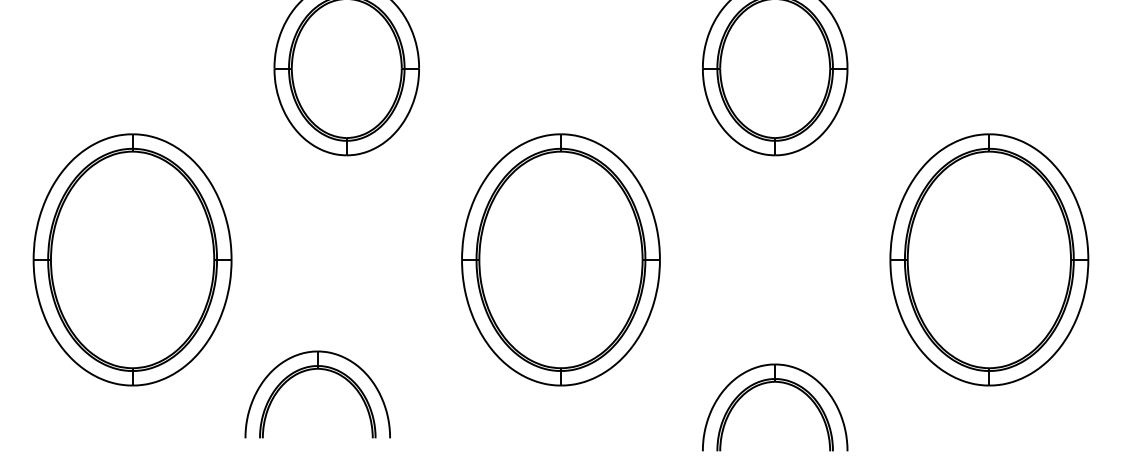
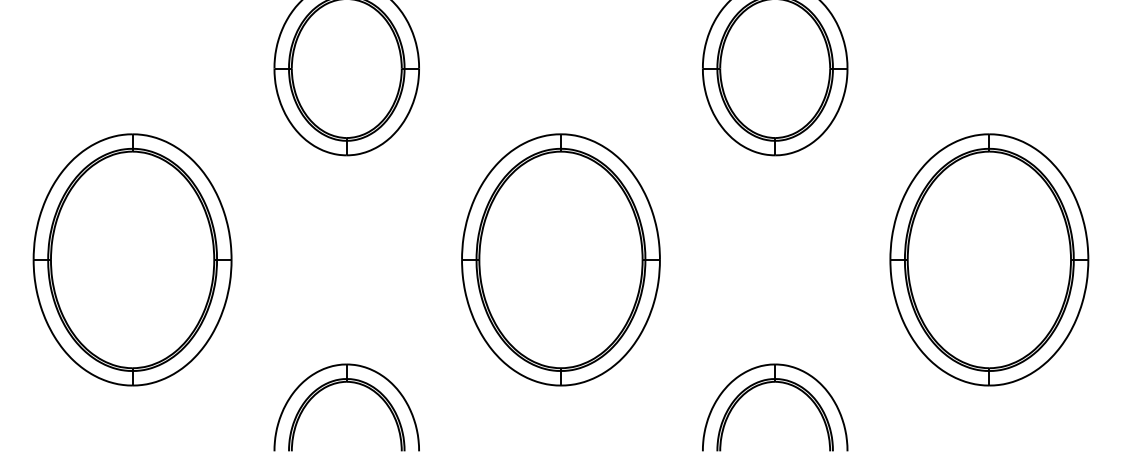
part at (312, 370) position: (312, 370) -> (341, 383)
